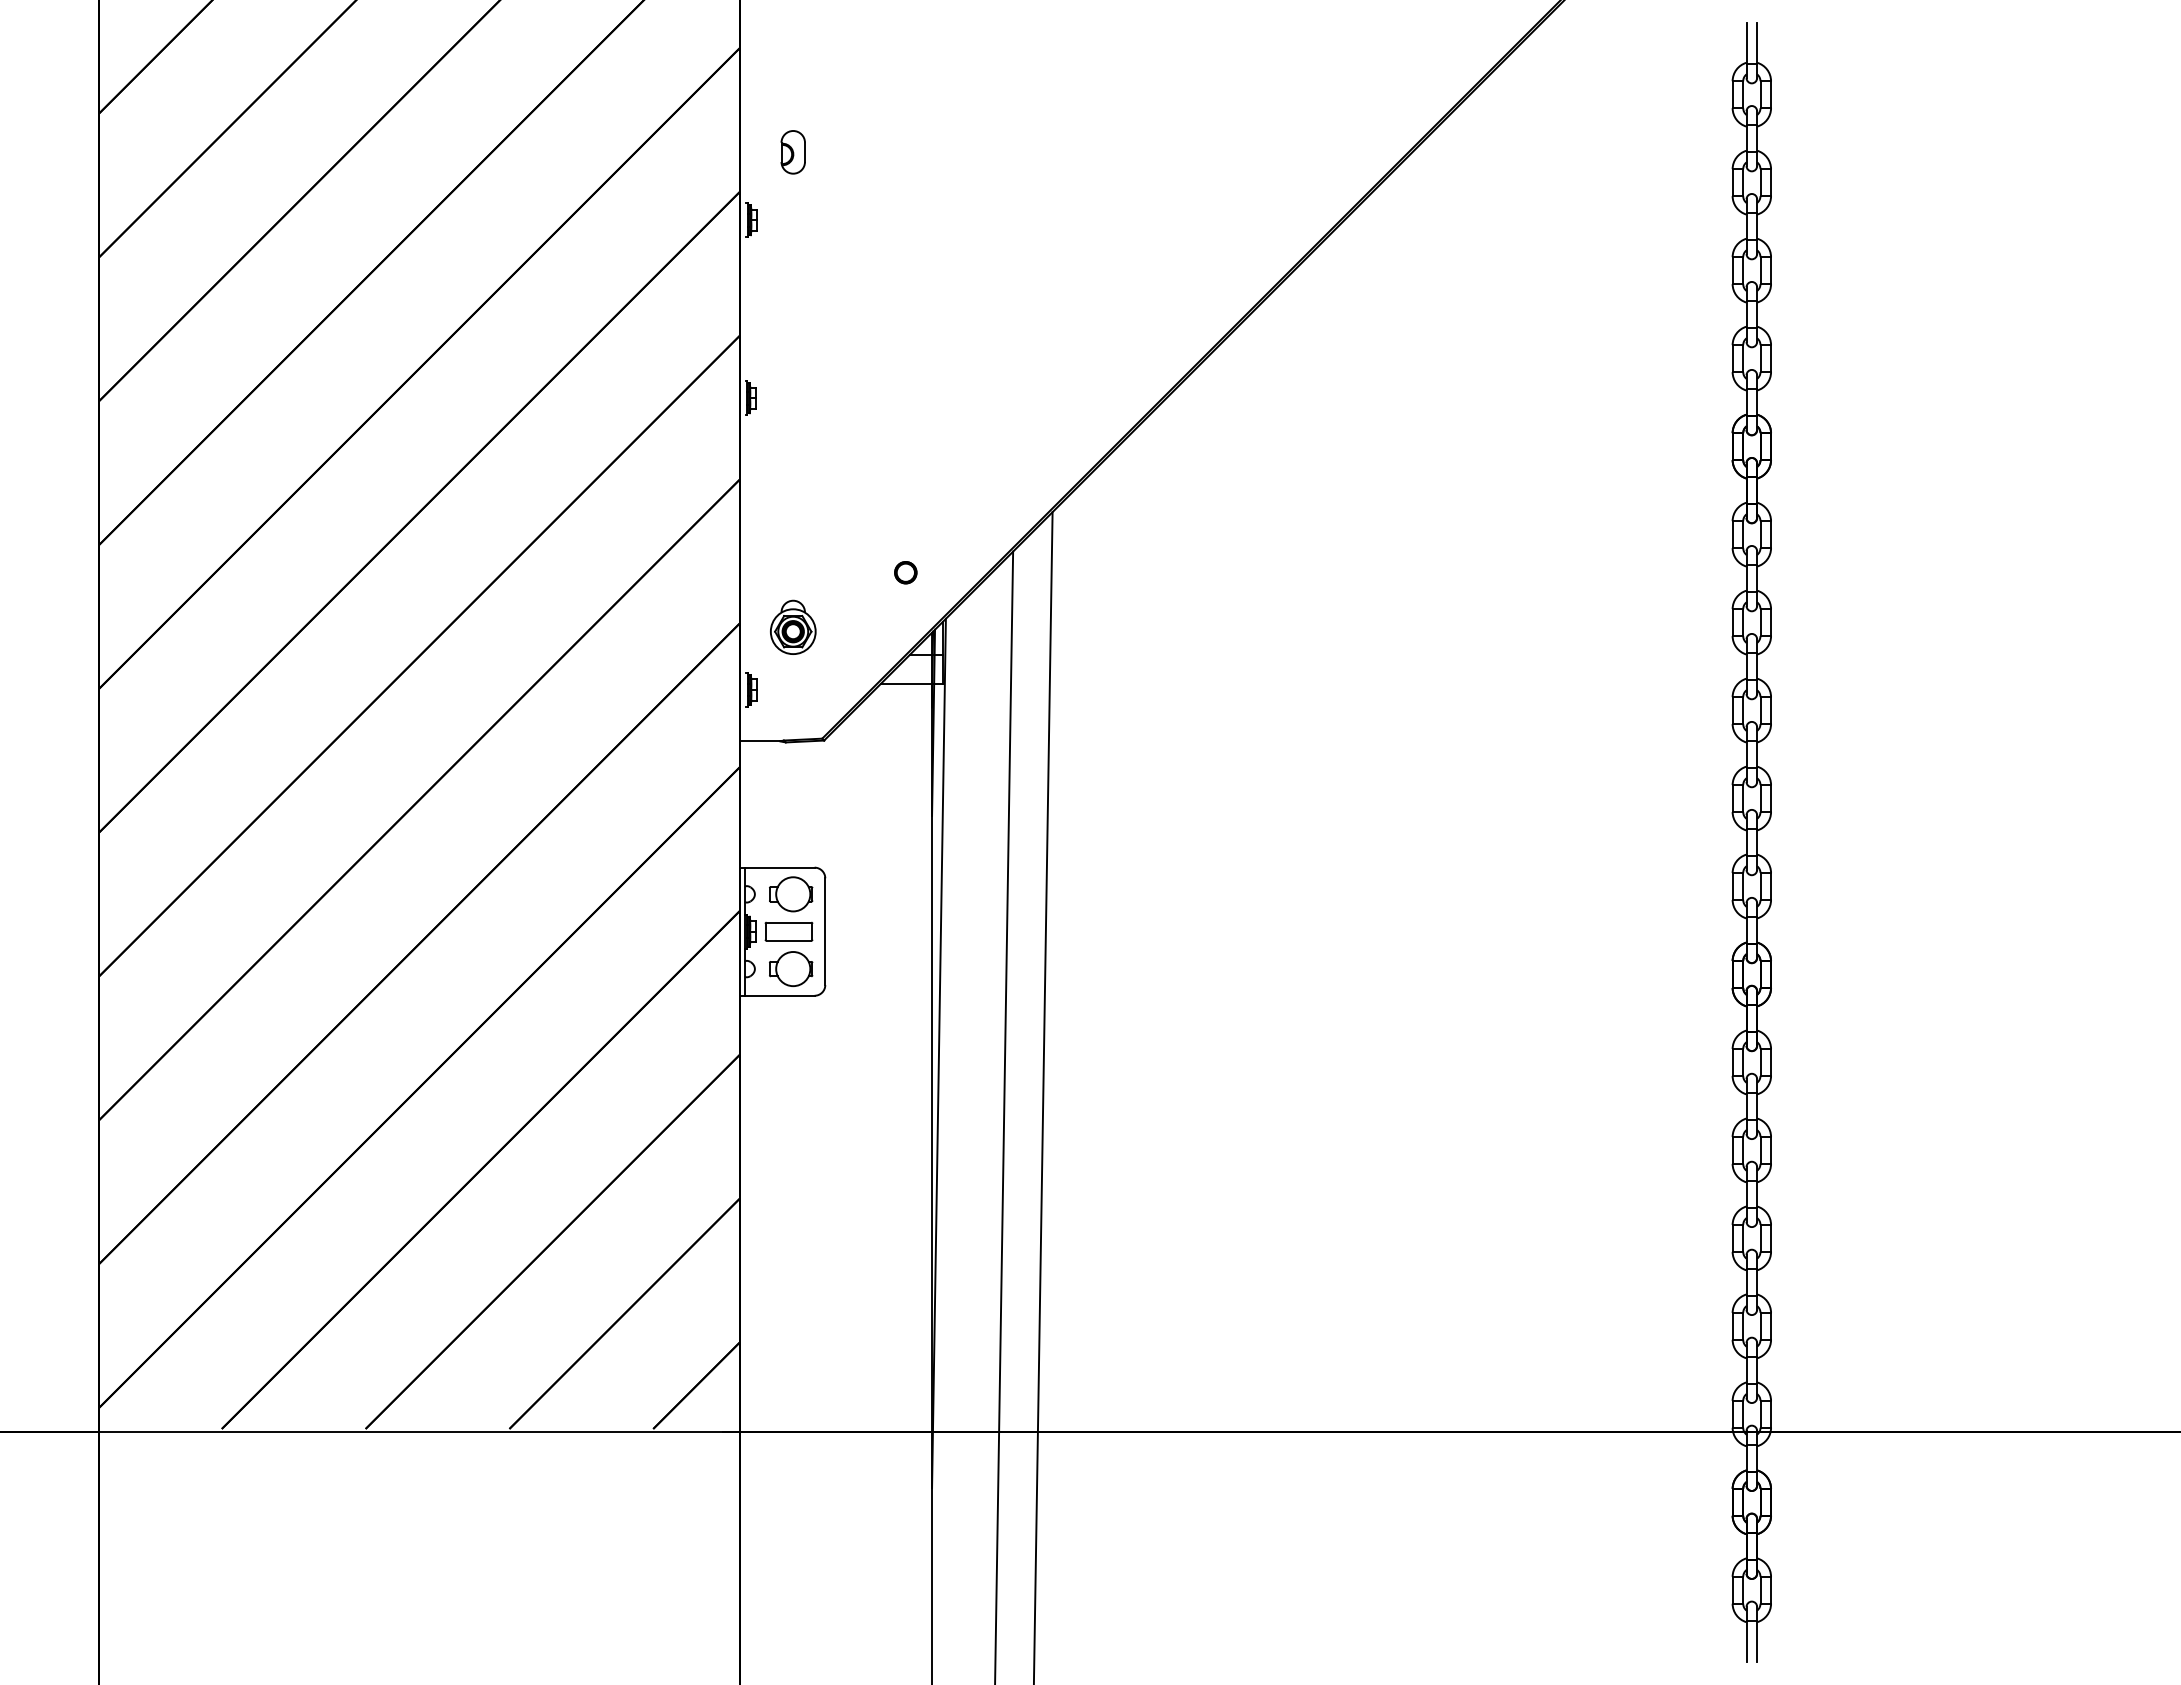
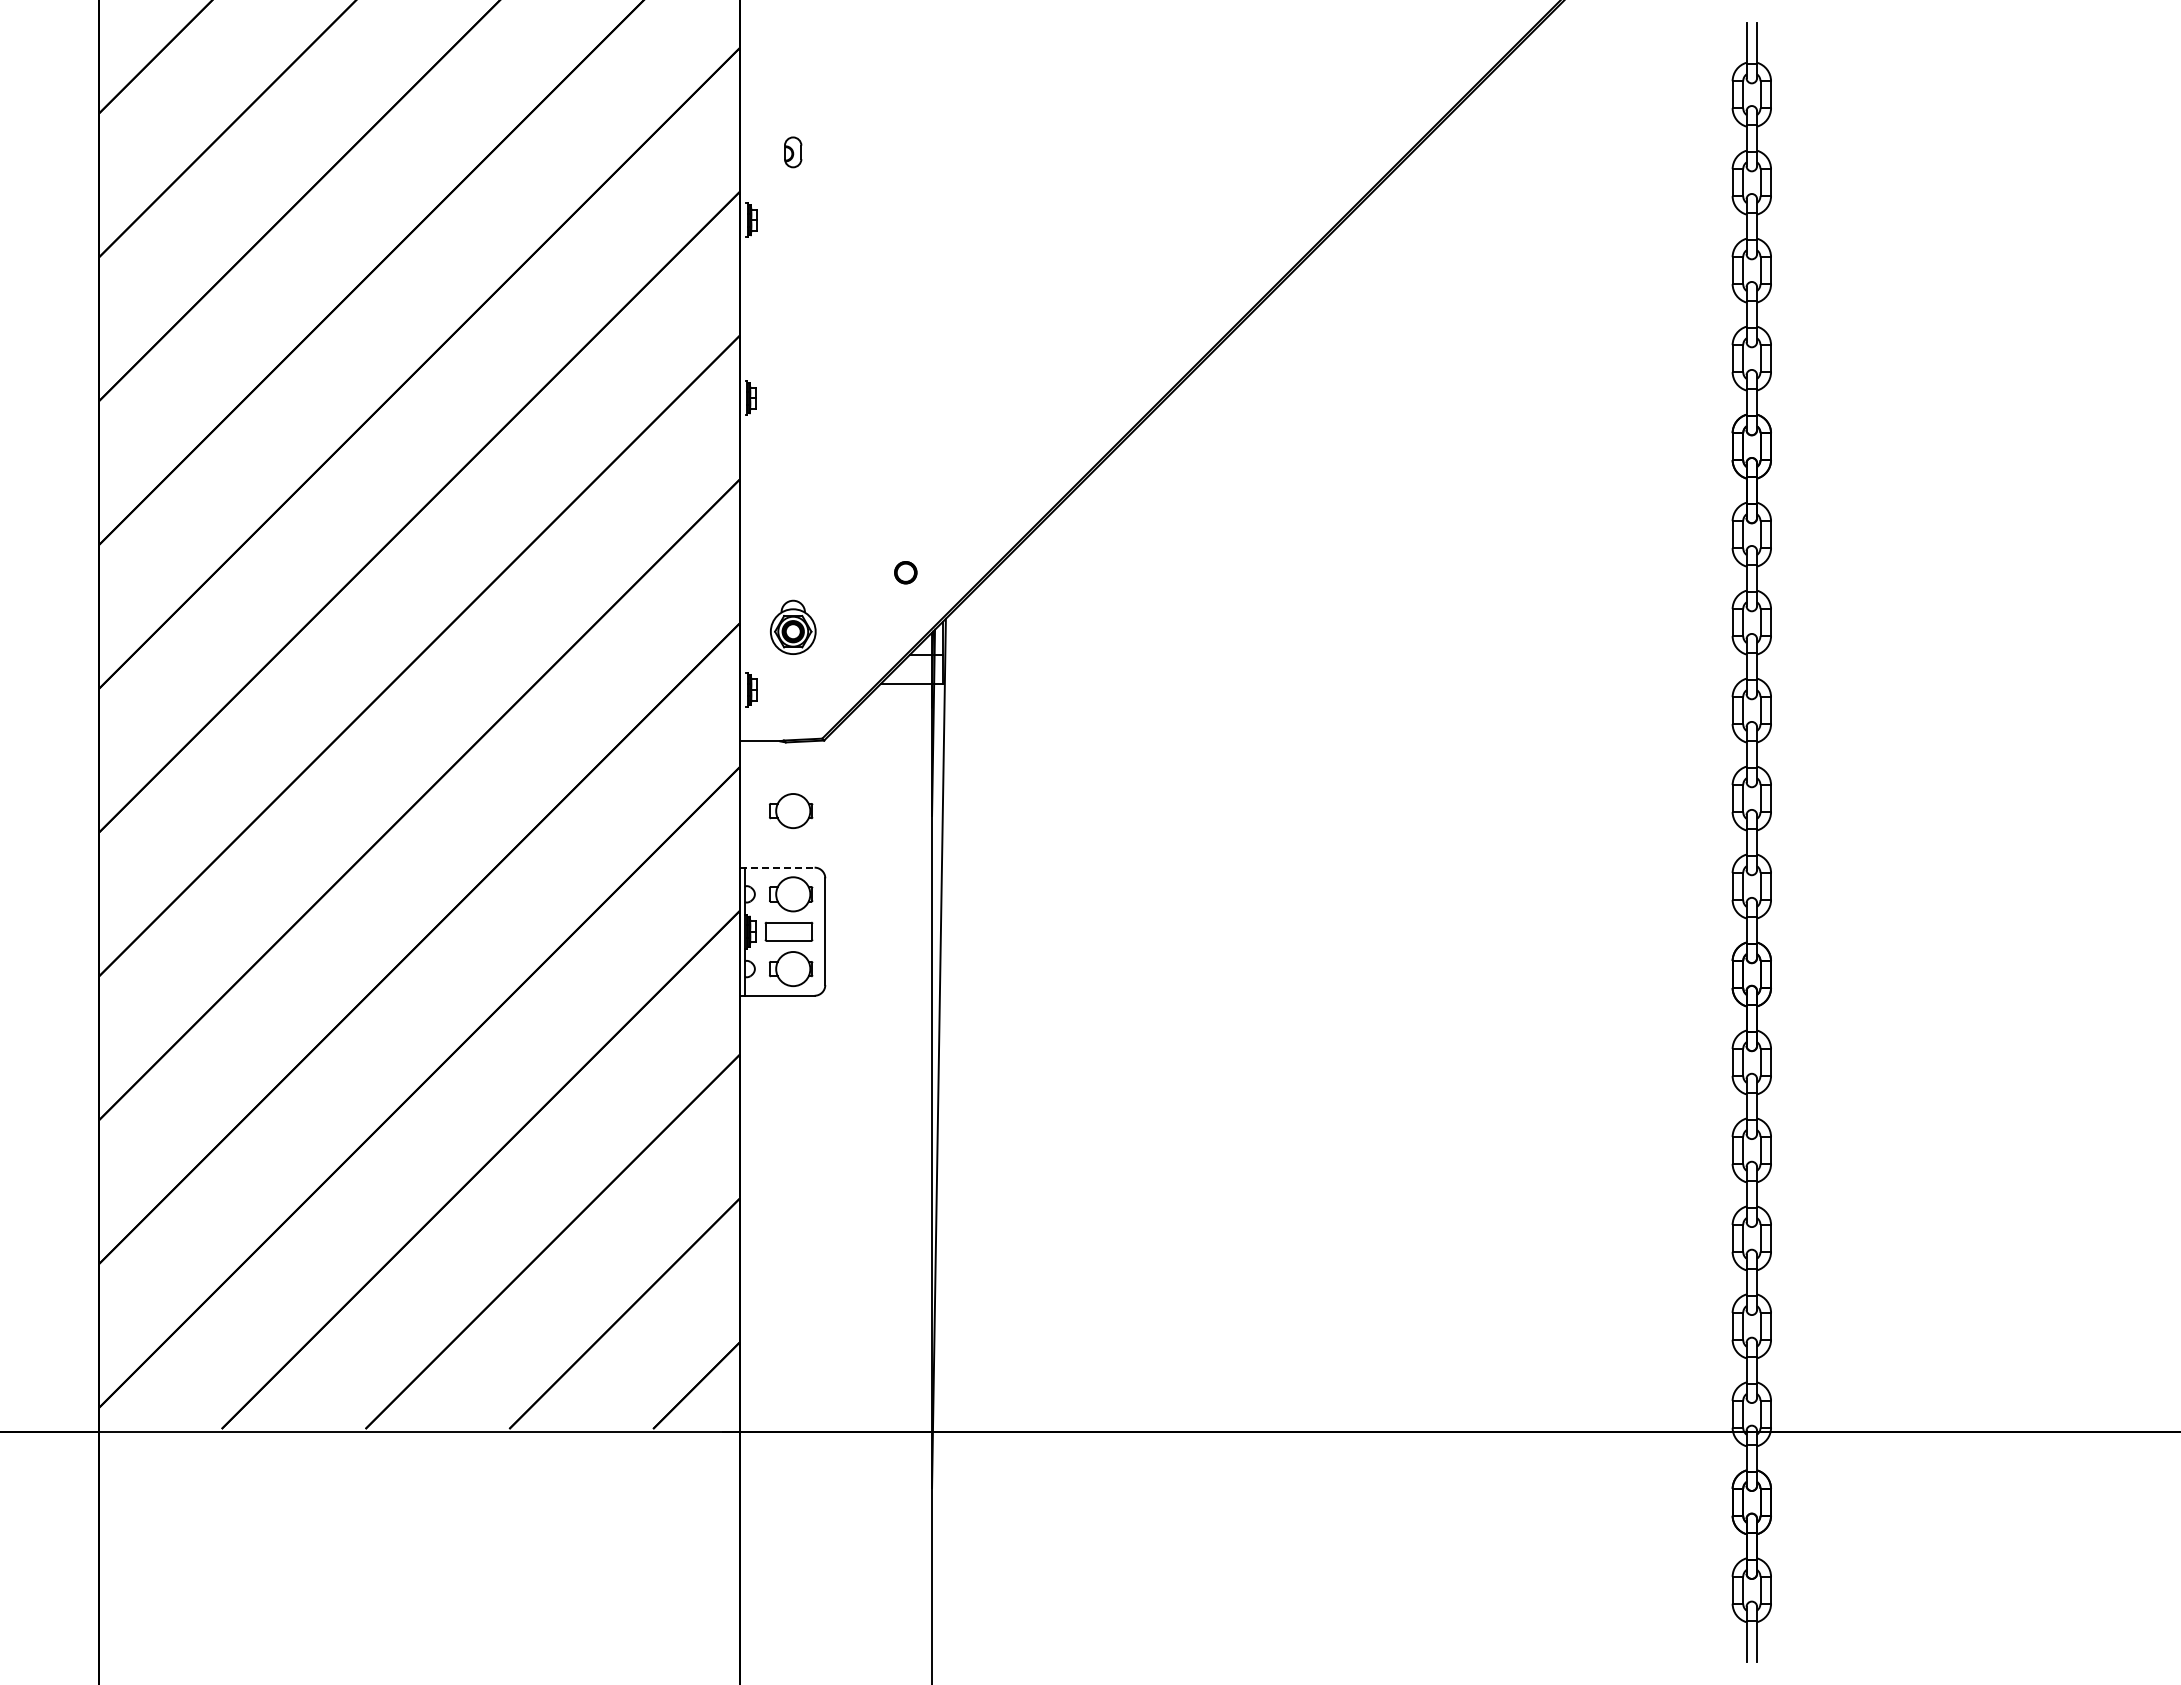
part at (792, 152) size: 26x45 px -> 19x33 px
part at (791, 810): none -> present
line at (777, 867): solid -> dashed
line at (1042, 1096): present -> none
line at (1004, 1116): present -> none
